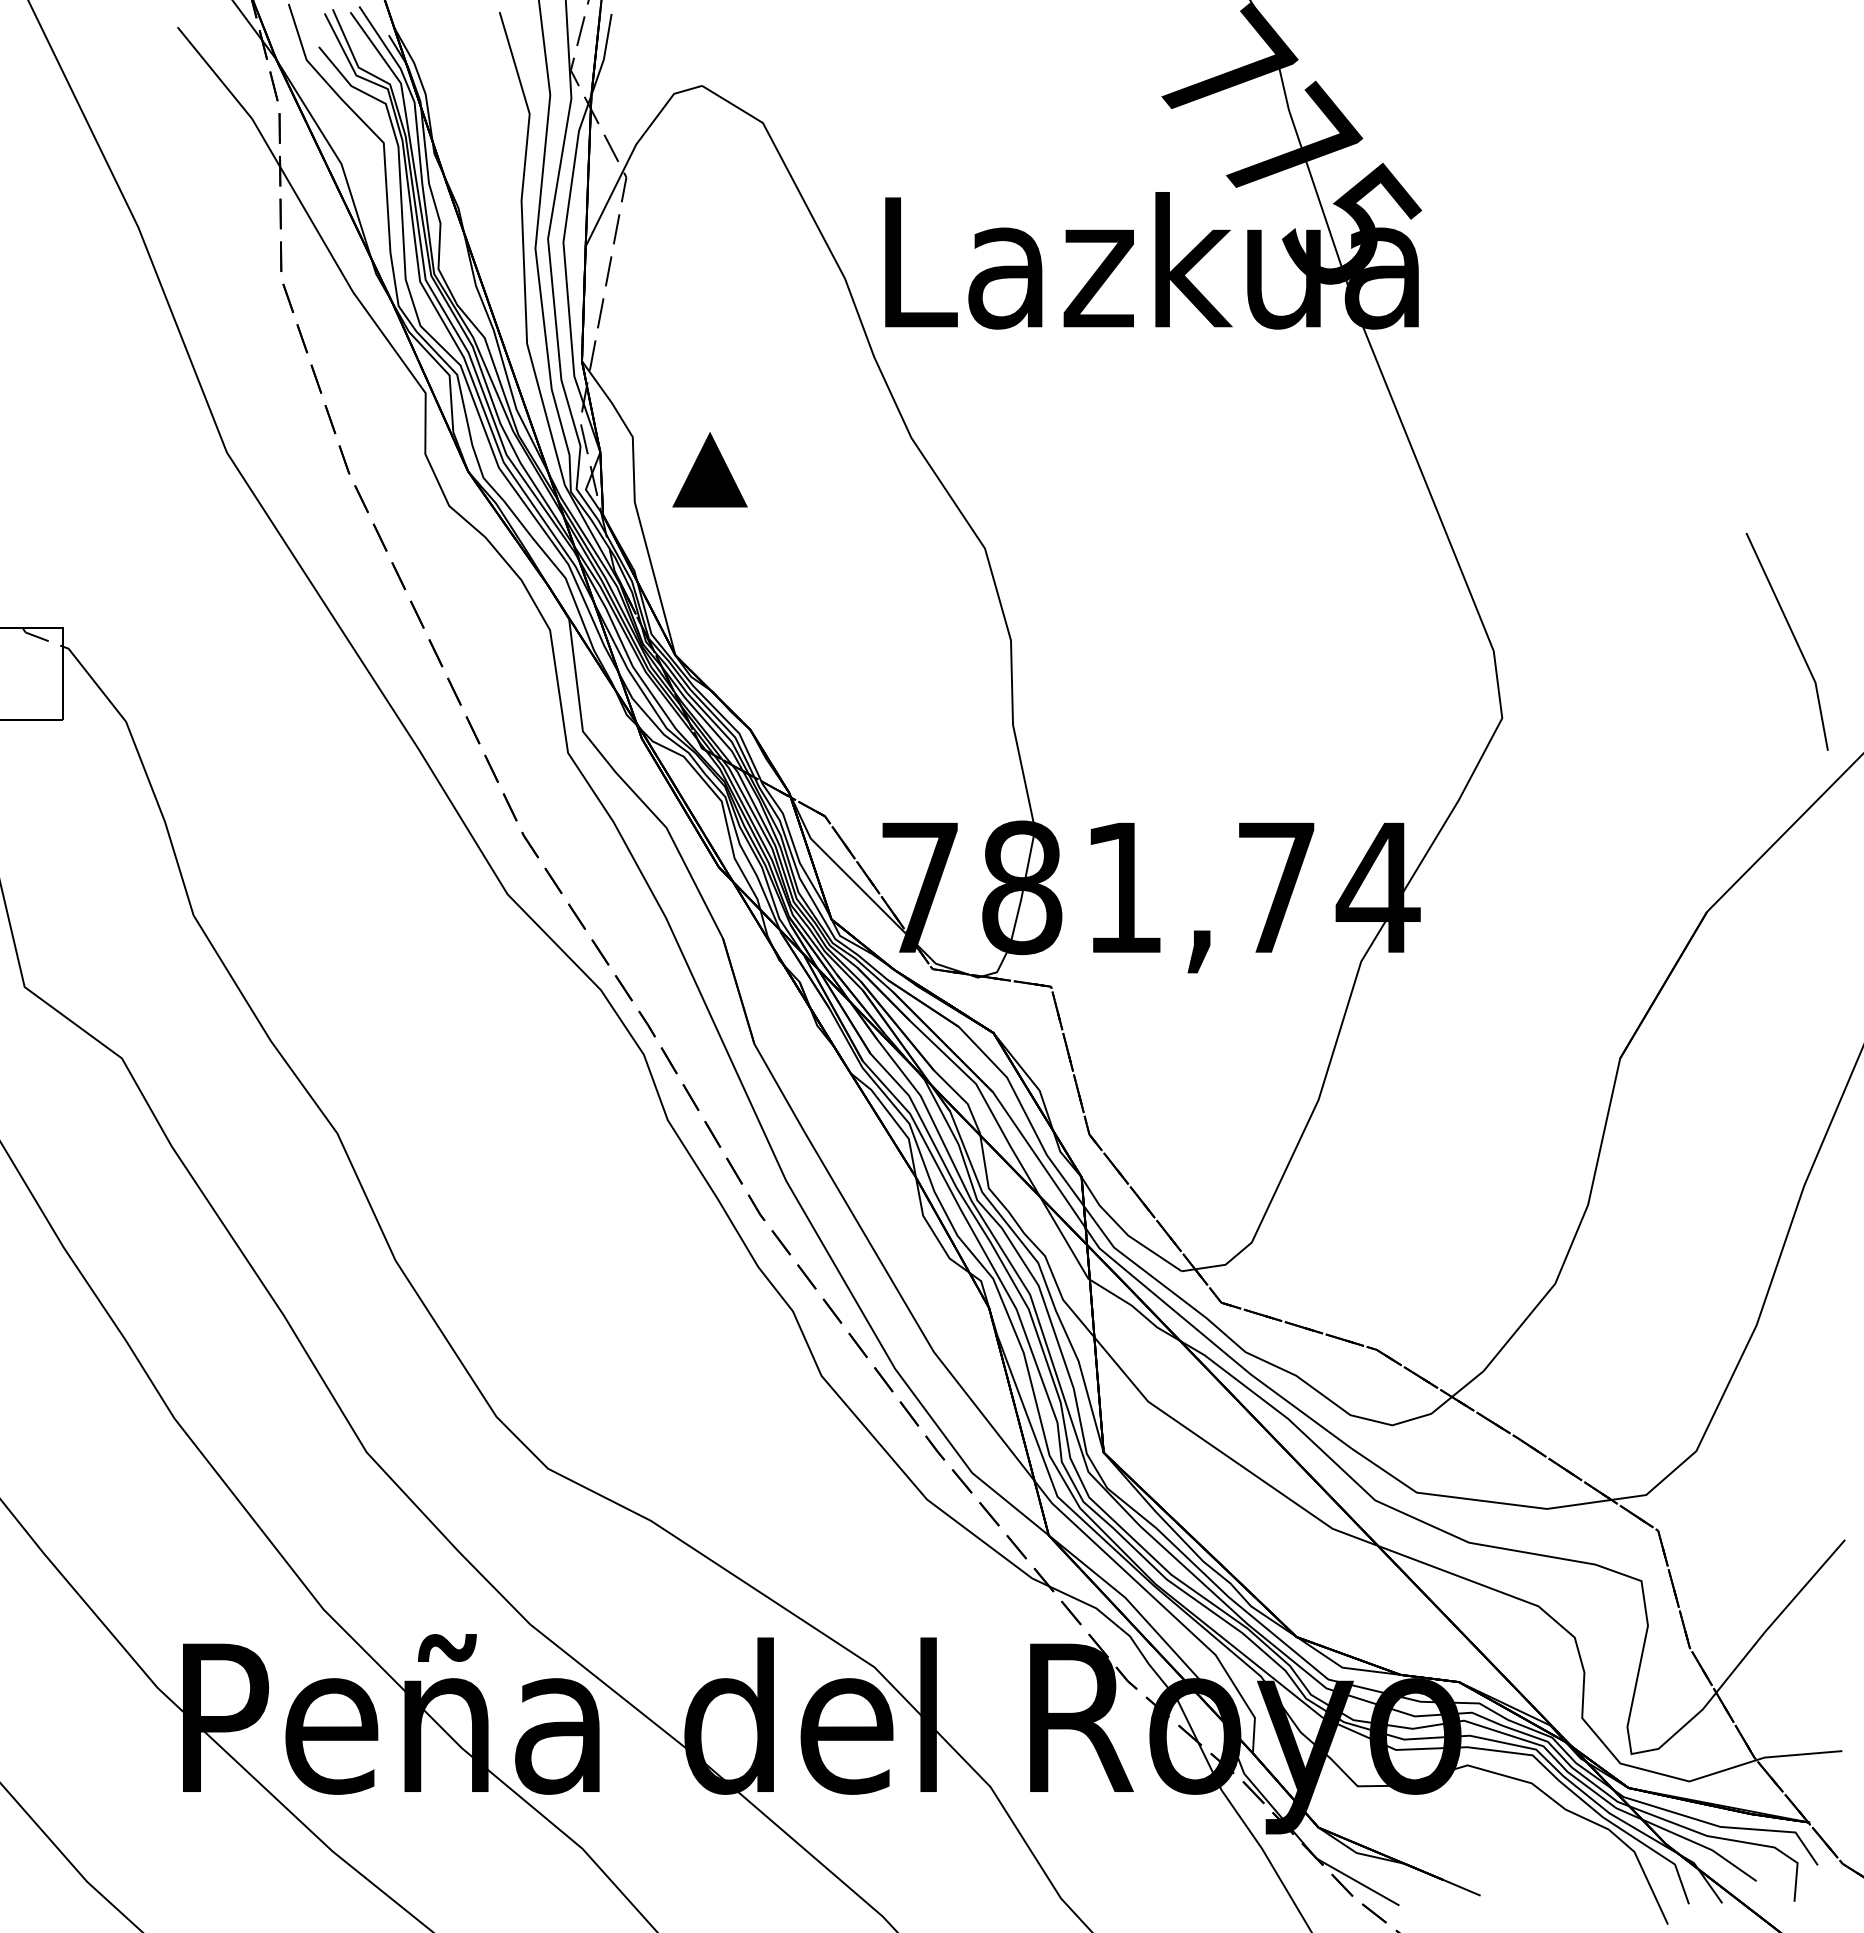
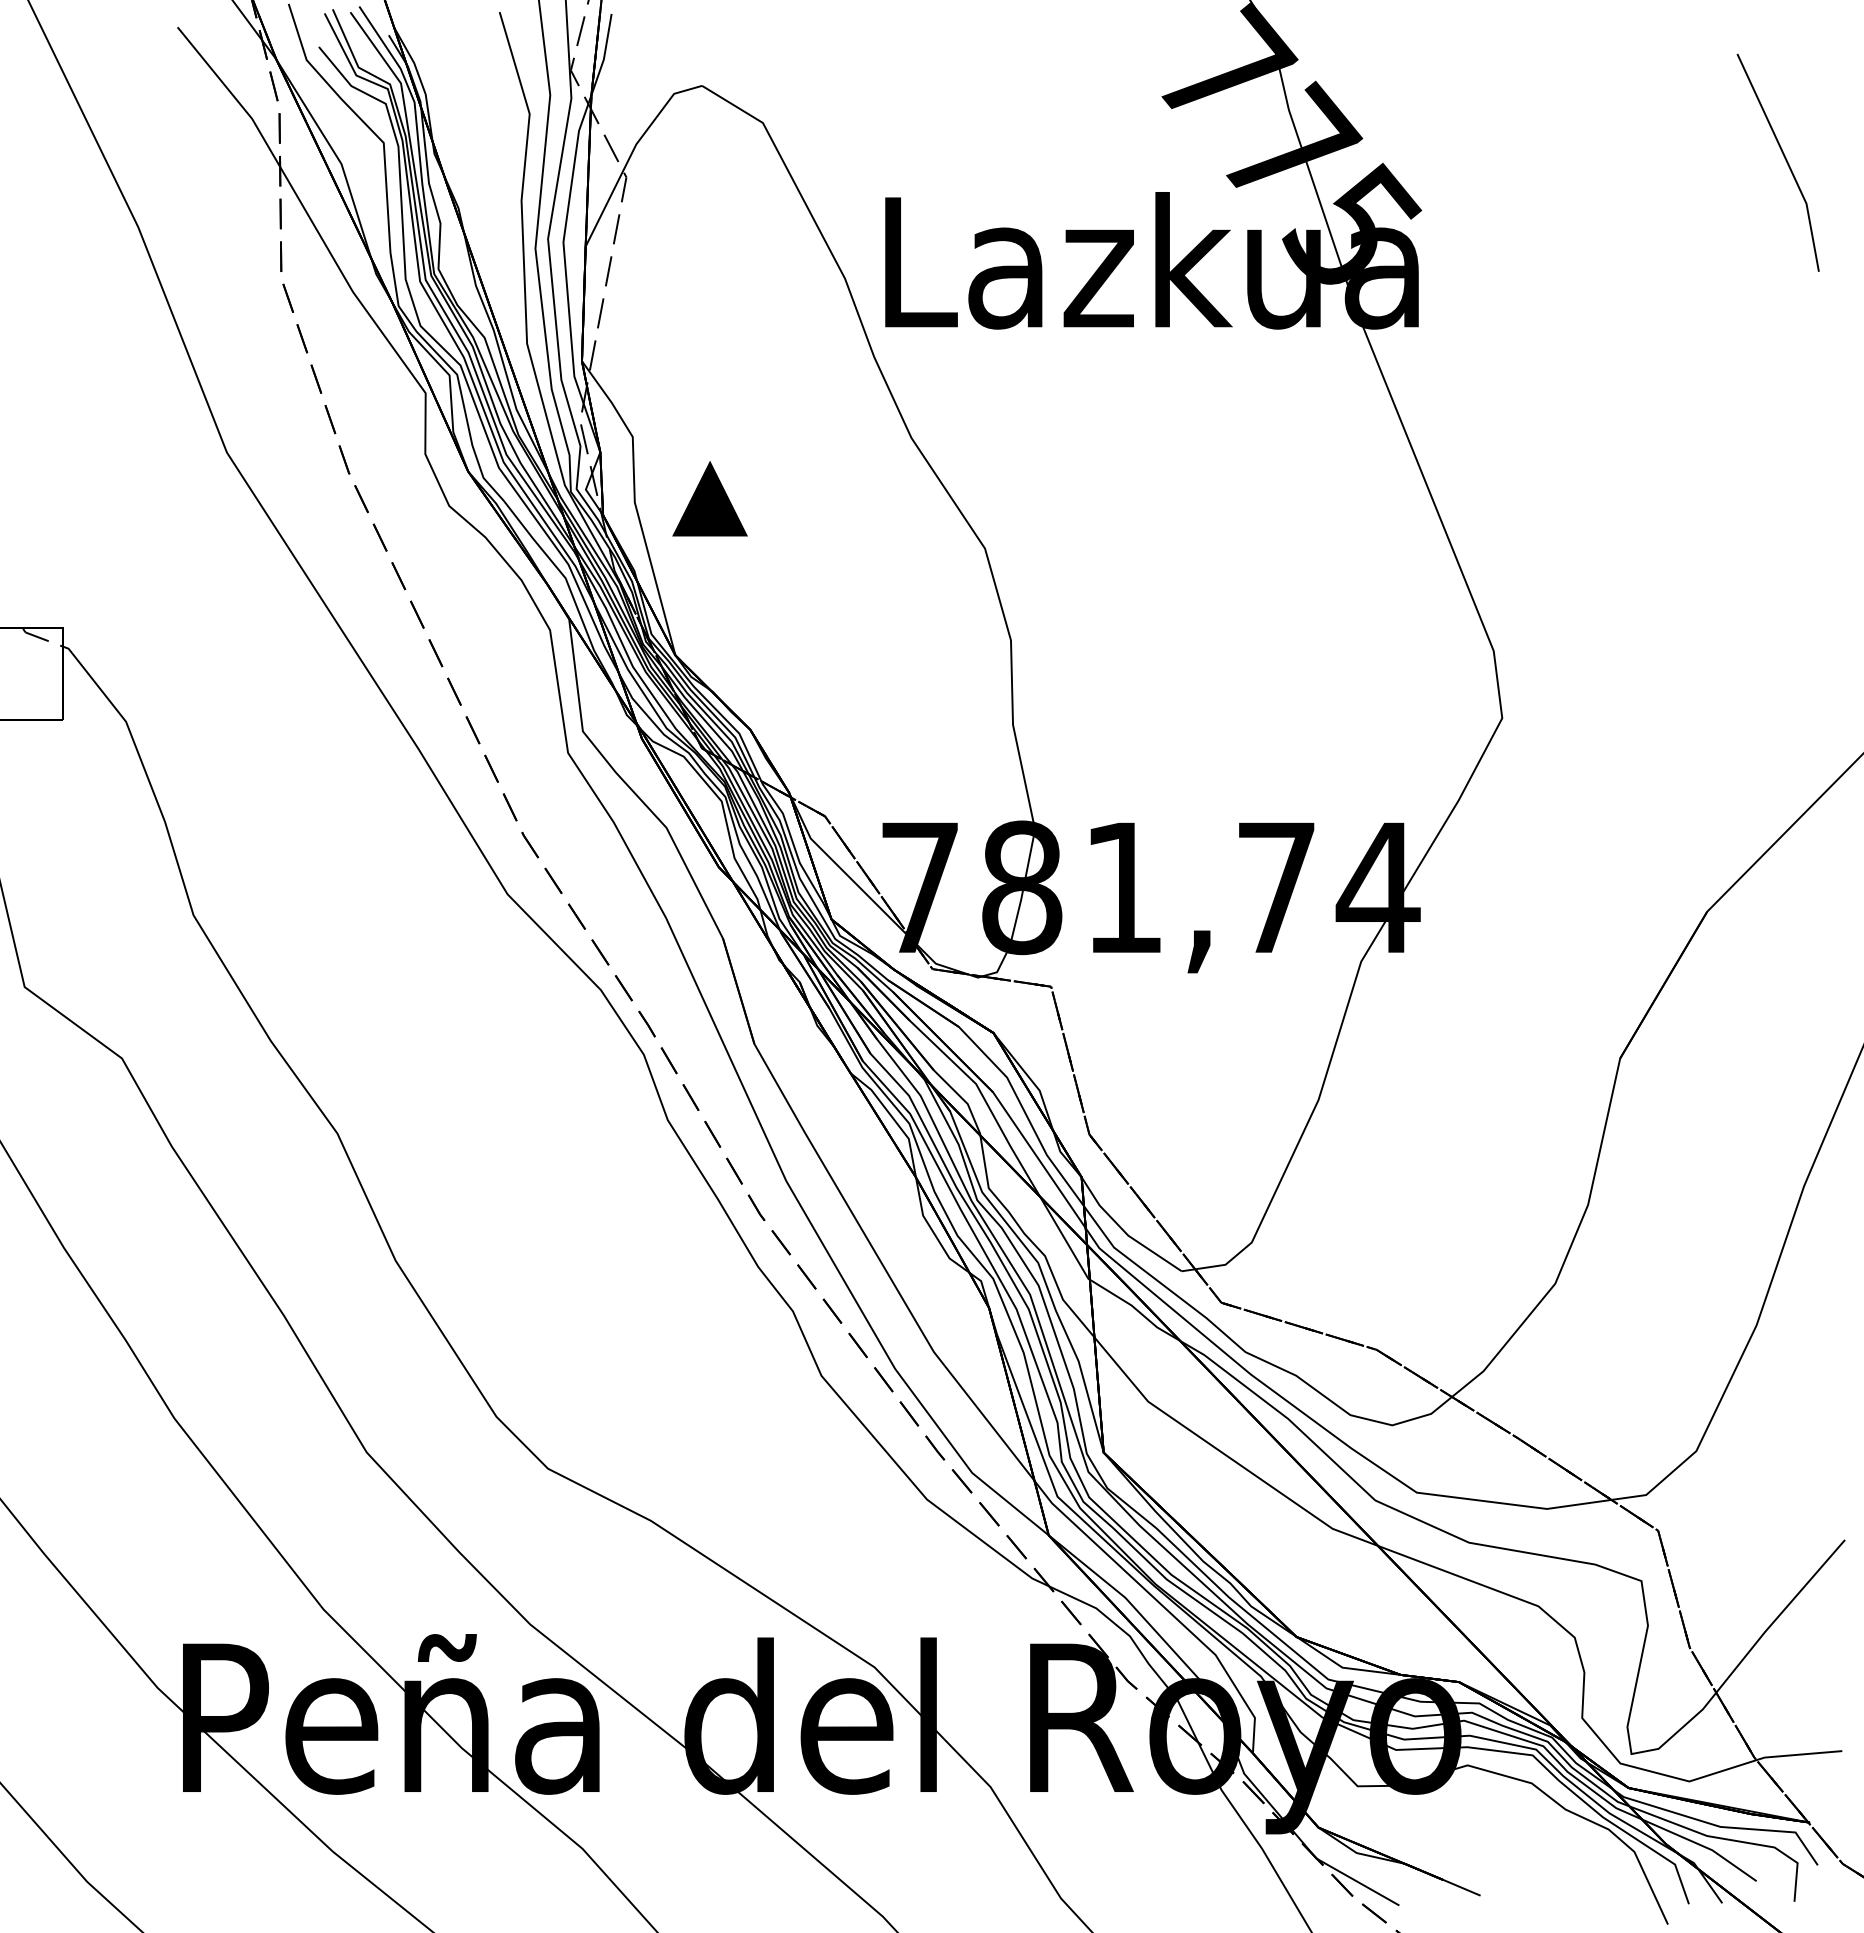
part at (709, 469) position: (709, 469) -> (709, 498)
line at (1793, 637) position: (1793, 637) -> (1784, 158)
